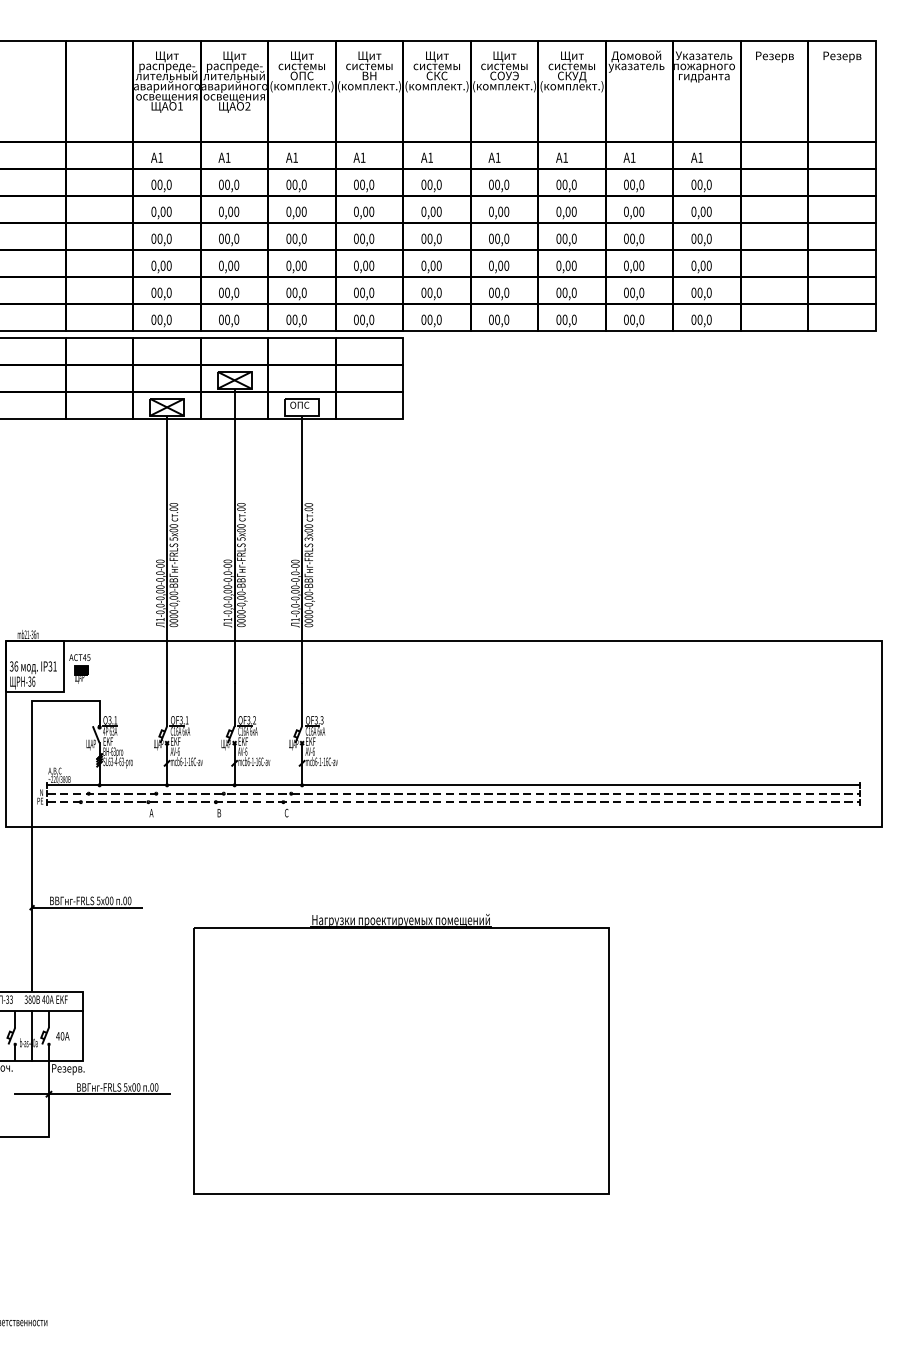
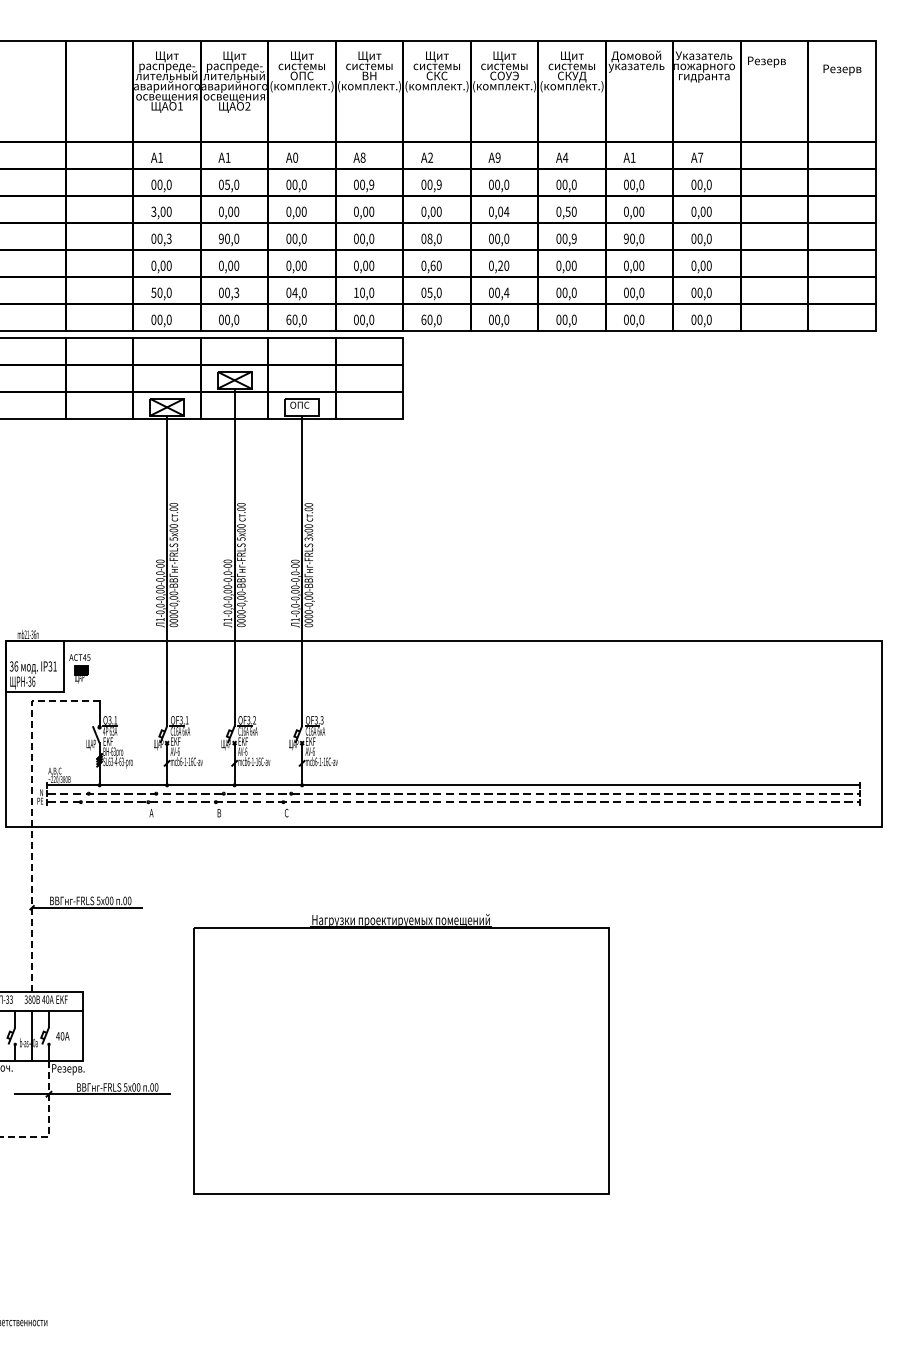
text at (774, 56) position: (774, 56) -> (766, 61)
text at (842, 56) position: (842, 56) -> (842, 69)
text at (295, 157): 1 -> 0
text at (362, 157): 1 -> 8
text at (430, 157): 1 -> 2
text at (497, 157): 1 -> 9
text at (565, 157): 1 -> 4
text at (700, 157): 1 -> 7
text at (227, 184): 00,0 -> 05,0
text at (371, 184): 00,0 -> 00,9
text at (438, 184): 00,0 -> 00,9
text at (153, 211): 0,00 -> 3,00
text at (506, 211): 0,00 -> 0,04
text at (567, 211): 0,00 -> 0,50
text at (168, 238): 00,0 -> 00,3
text at (220, 238): 00,0 -> 90,0
text at (429, 238): 00,0 -> 08,0
text at (573, 238): 00,0 -> 00,9
text at (625, 238): 00,0 -> 90,0
text at (432, 265): 0,00 -> 0,60
text at (500, 265): 0,00 -> 0,20
text at (153, 292): 00,0 -> 50,0
text at (236, 292): 00,0 -> 00,3
text at (294, 292): 00,0 -> 04,0
text at (356, 292): 00,0 -> 10,0
text at (429, 292): 00,0 -> 05,0
text at (506, 292): 00,0 -> 00,4
text at (288, 319): 00,0 -> 60,0
text at (423, 319): 00,0 -> 60,0
line at (32, 812): solid -> dashed
line at (48, 1124): solid -> dashed
